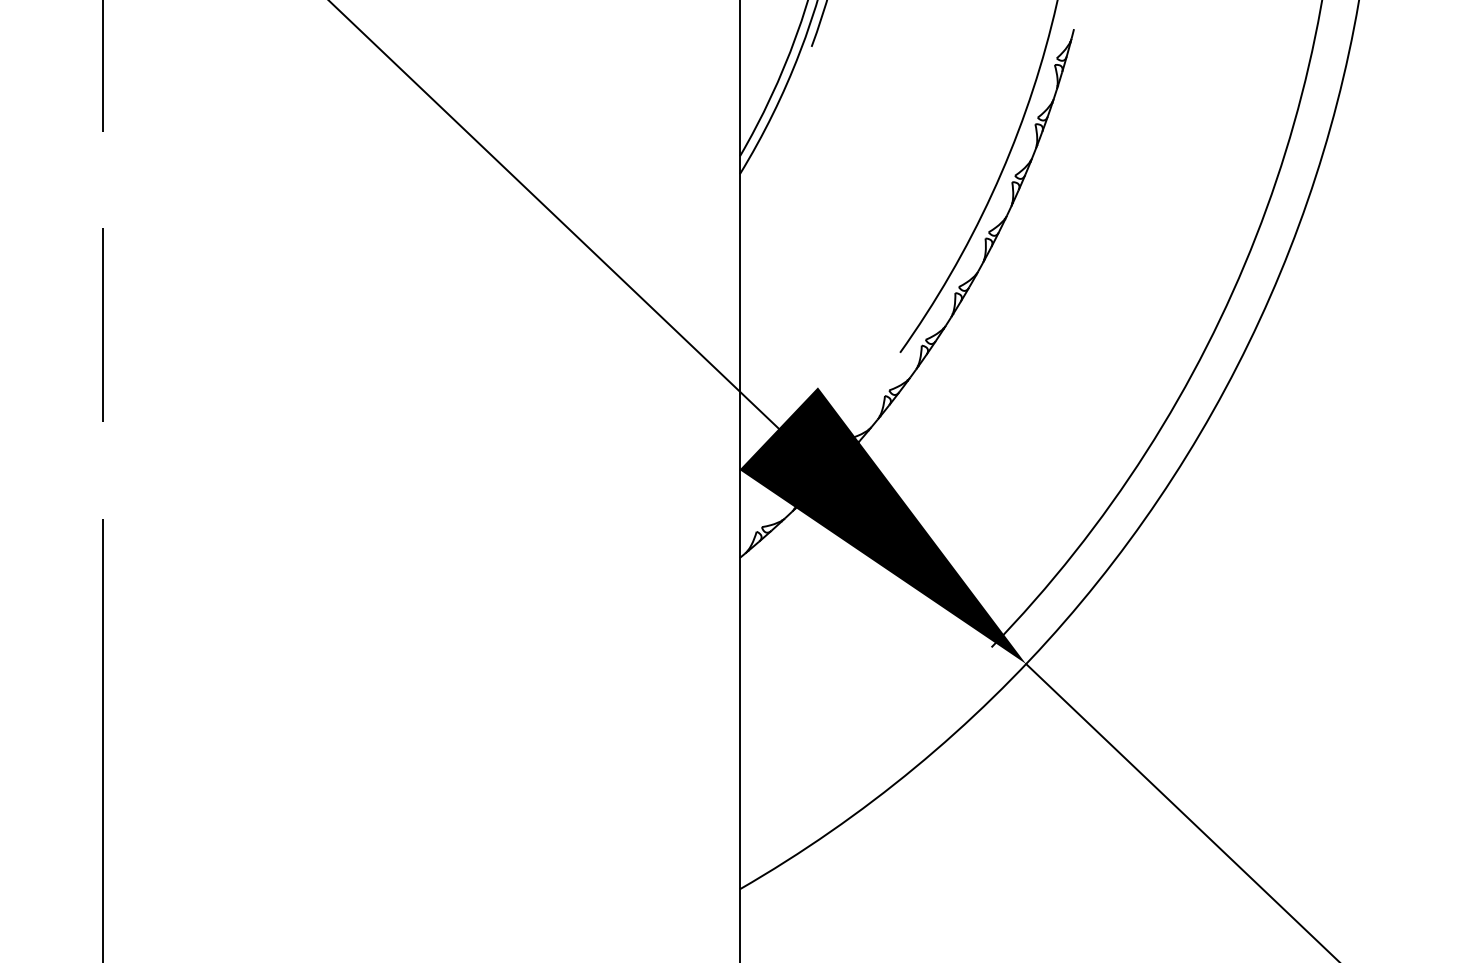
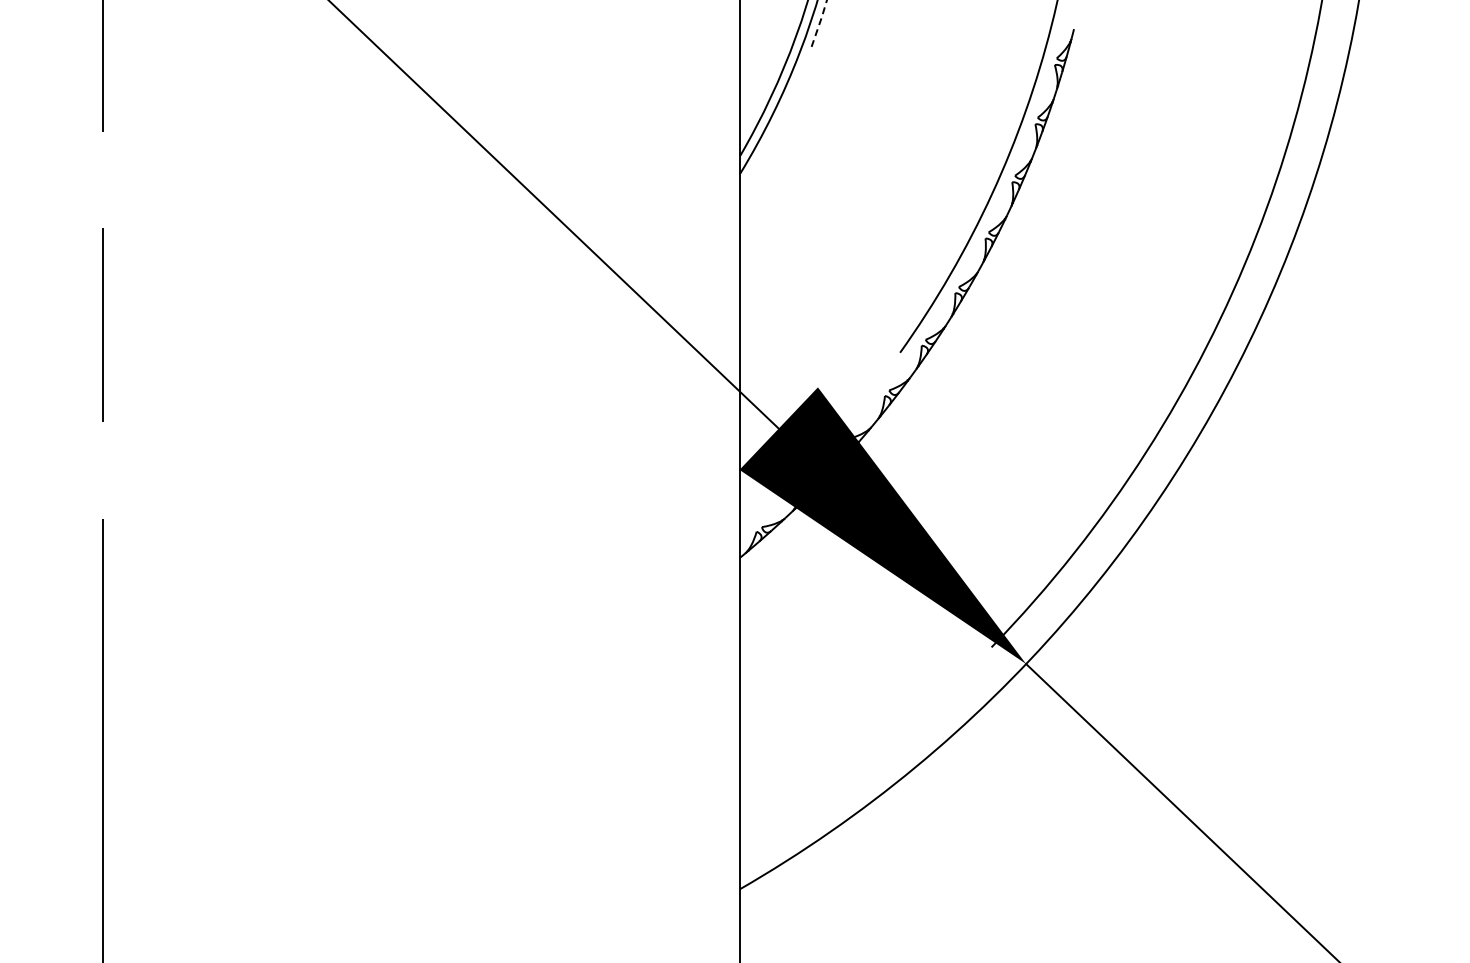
arc at (819, 22): solid -> dashed
